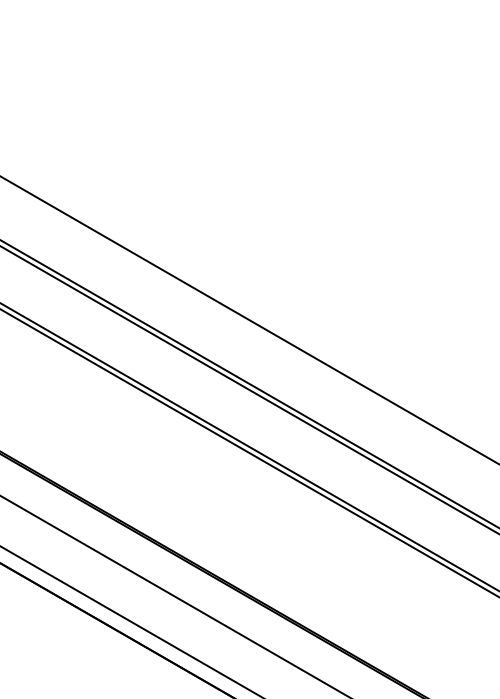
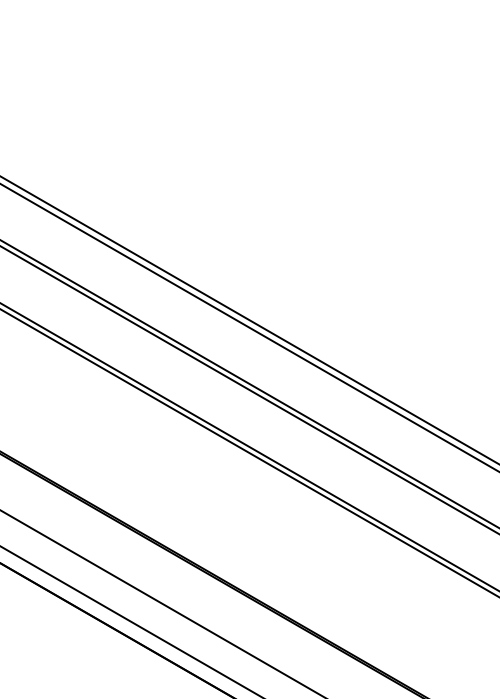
line at (249, 327): none -> present
line at (174, 595) position: (174, 595) -> (161, 603)
